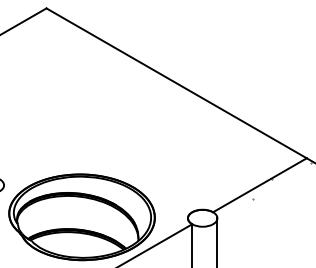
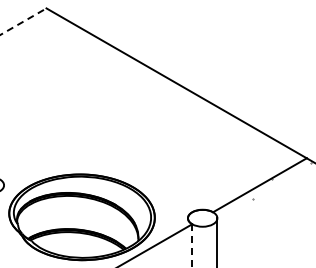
line at (23, 21): solid -> dashed
line at (192, 246): solid -> dashed
